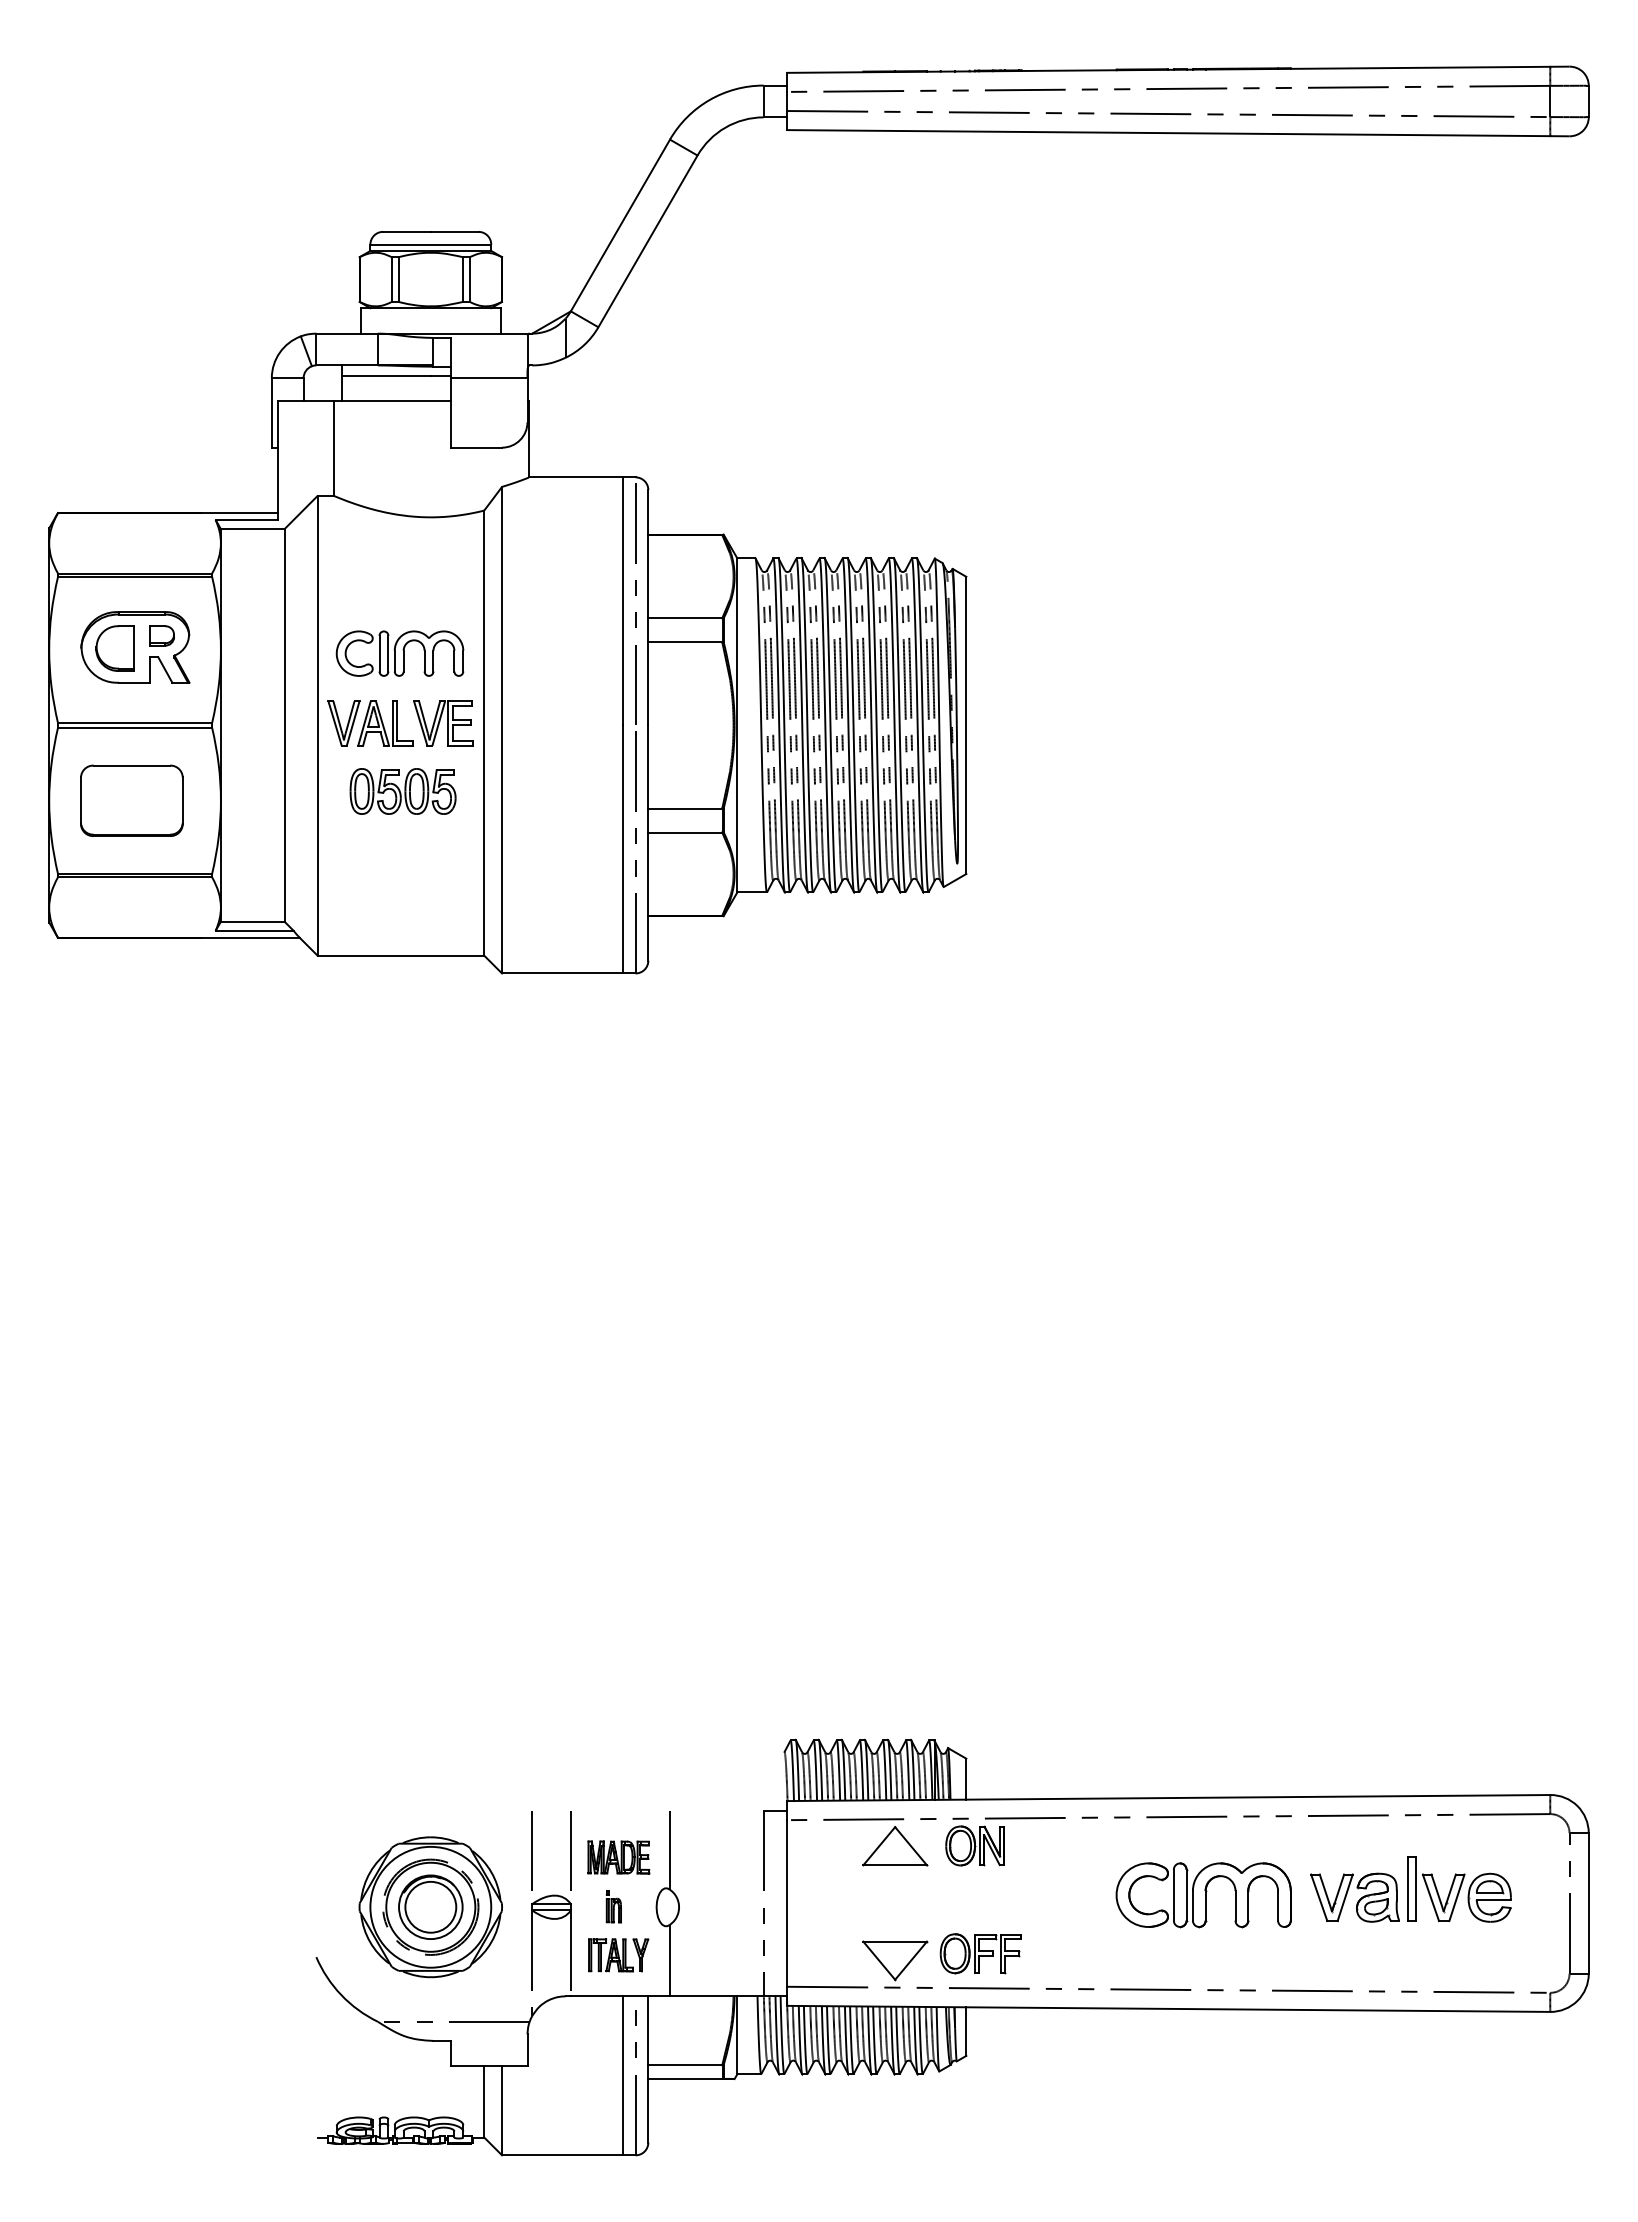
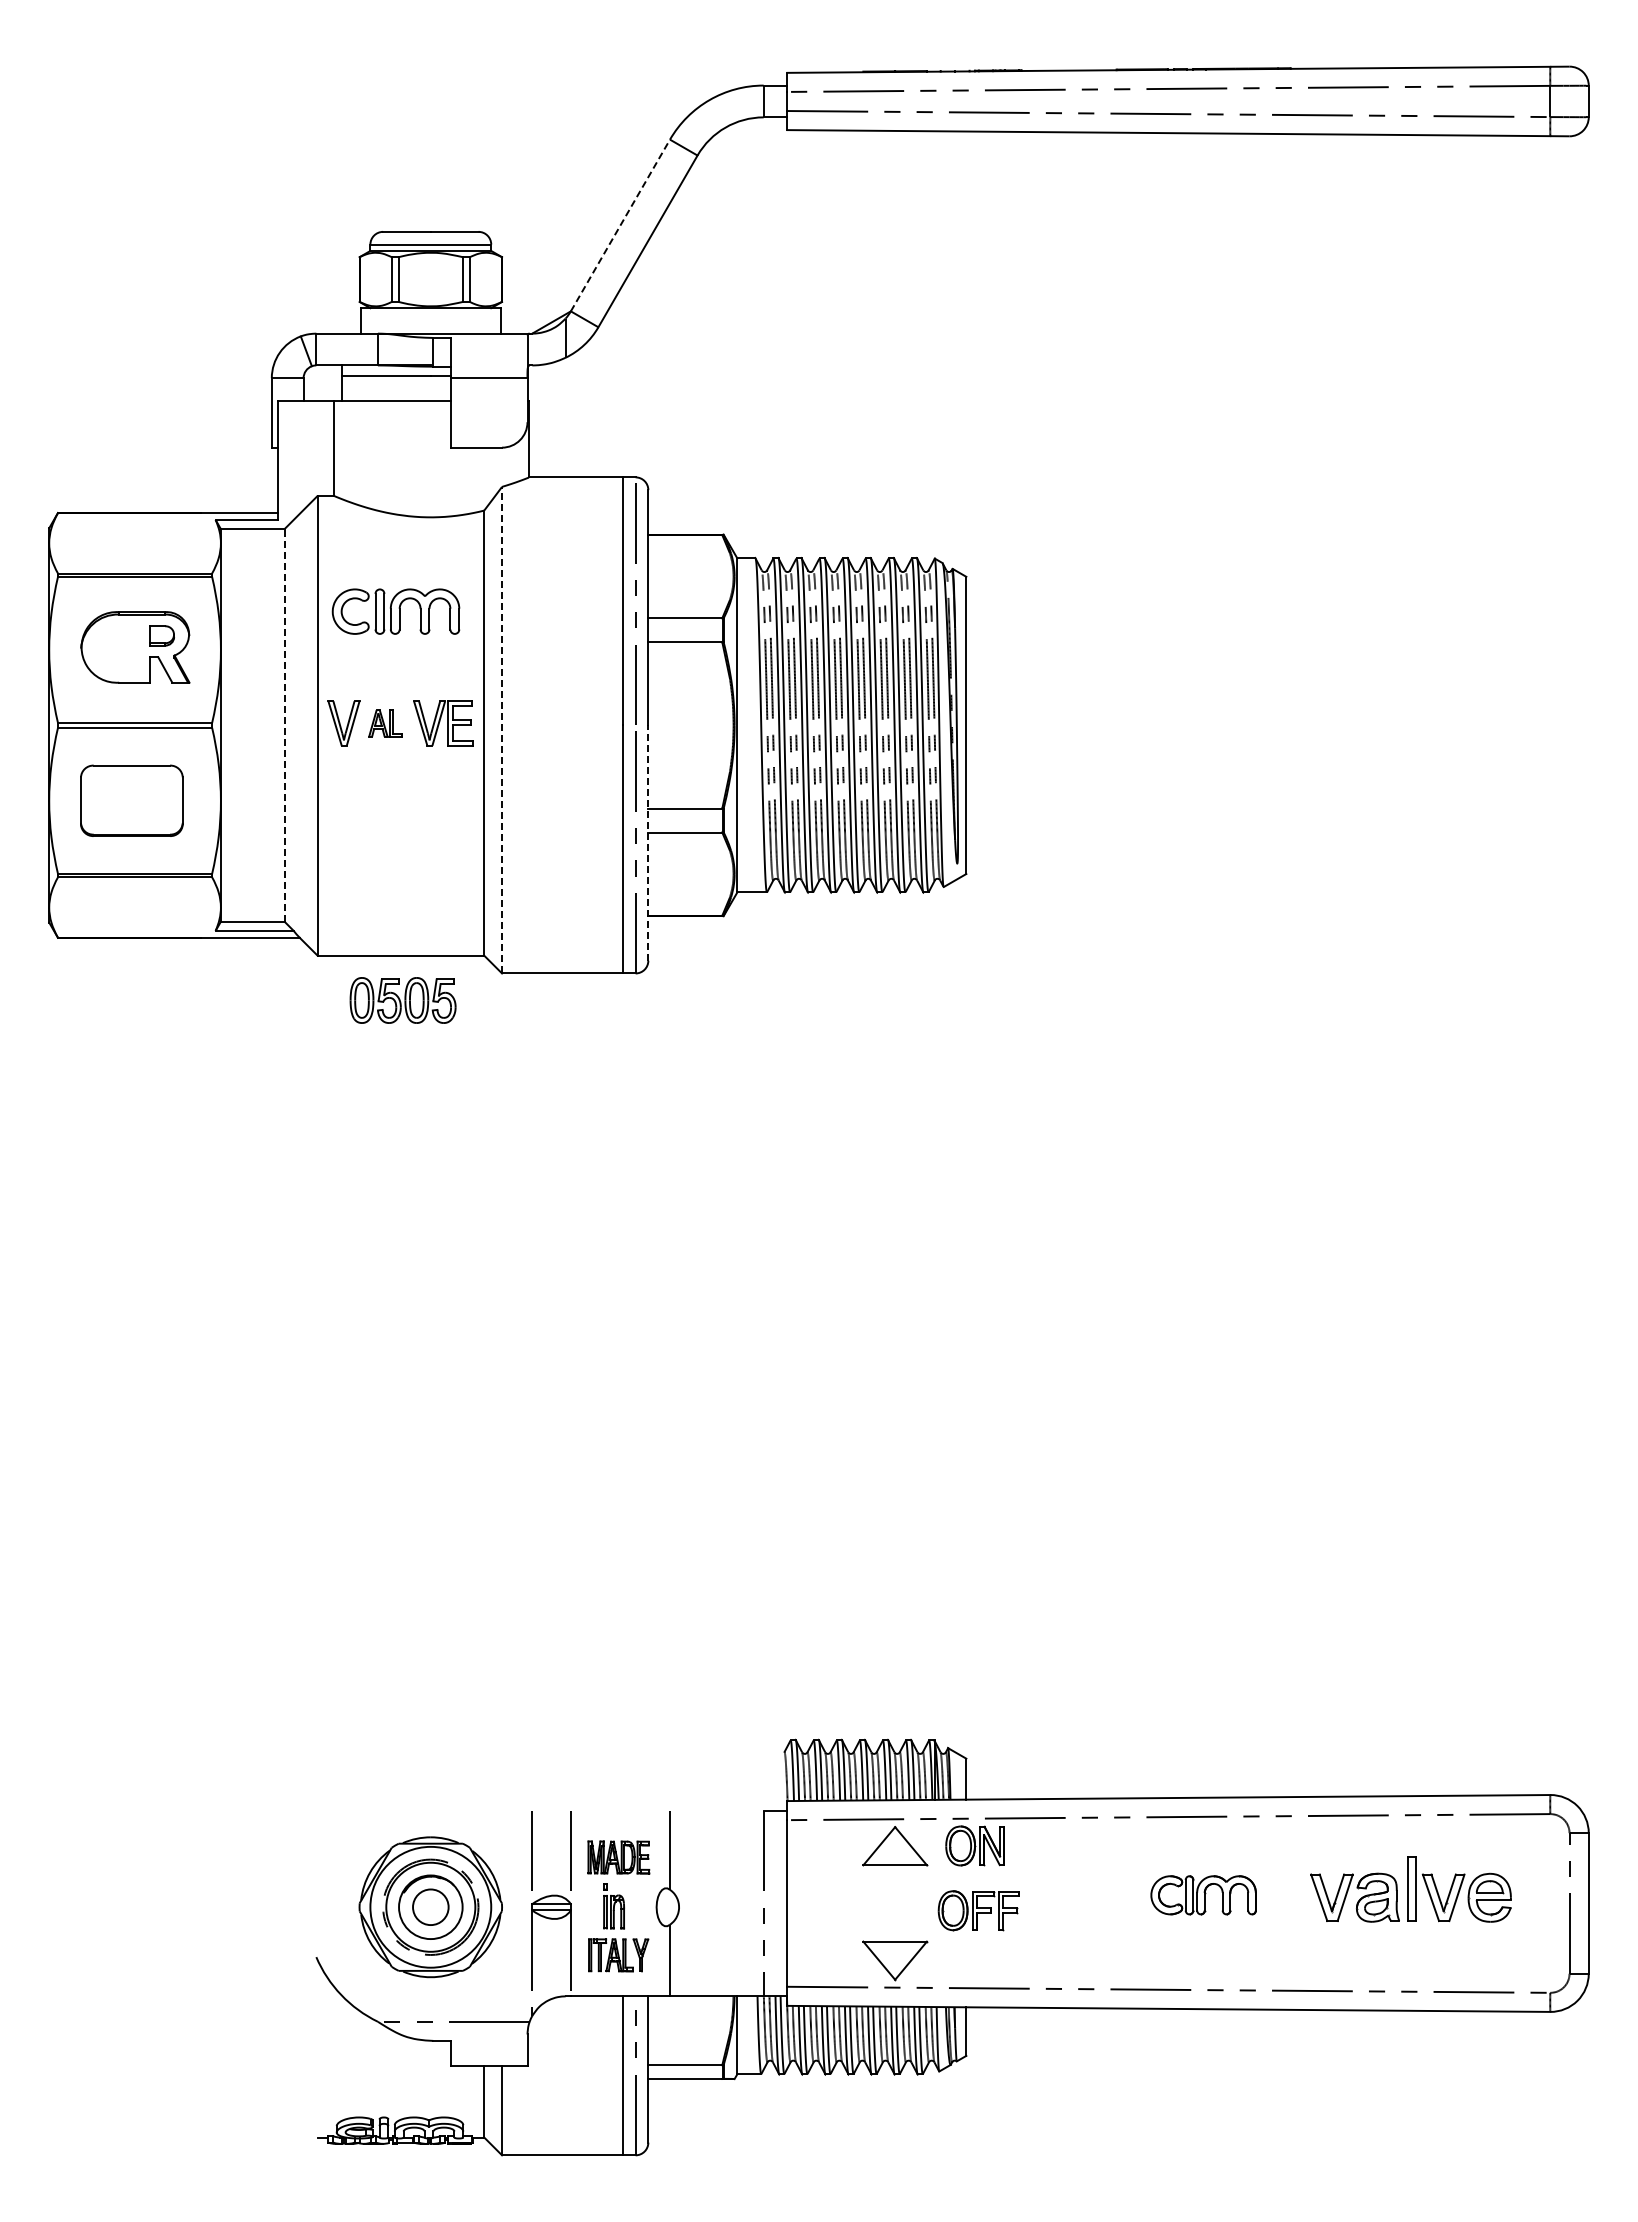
line at (620, 225): solid -> dashed
part at (114, 648): present -> none
part at (399, 653) position: (399, 653) -> (395, 611)
part at (385, 723) size: 57x47 px -> 35x29 px
line at (284, 724): solid -> dashed
line at (502, 729): solid -> dashed
part at (402, 791) position: (402, 791) -> (402, 1000)
line at (648, 843): solid -> dashed
part at (1203, 1895) size: 177x67 px -> 107x41 px
circle at (430, 1906) diameter: 51 px -> 36 px
part at (613, 1906) size: 17x34 px -> 22x47 px
part at (980, 1953) position: (980, 1953) -> (978, 1910)
